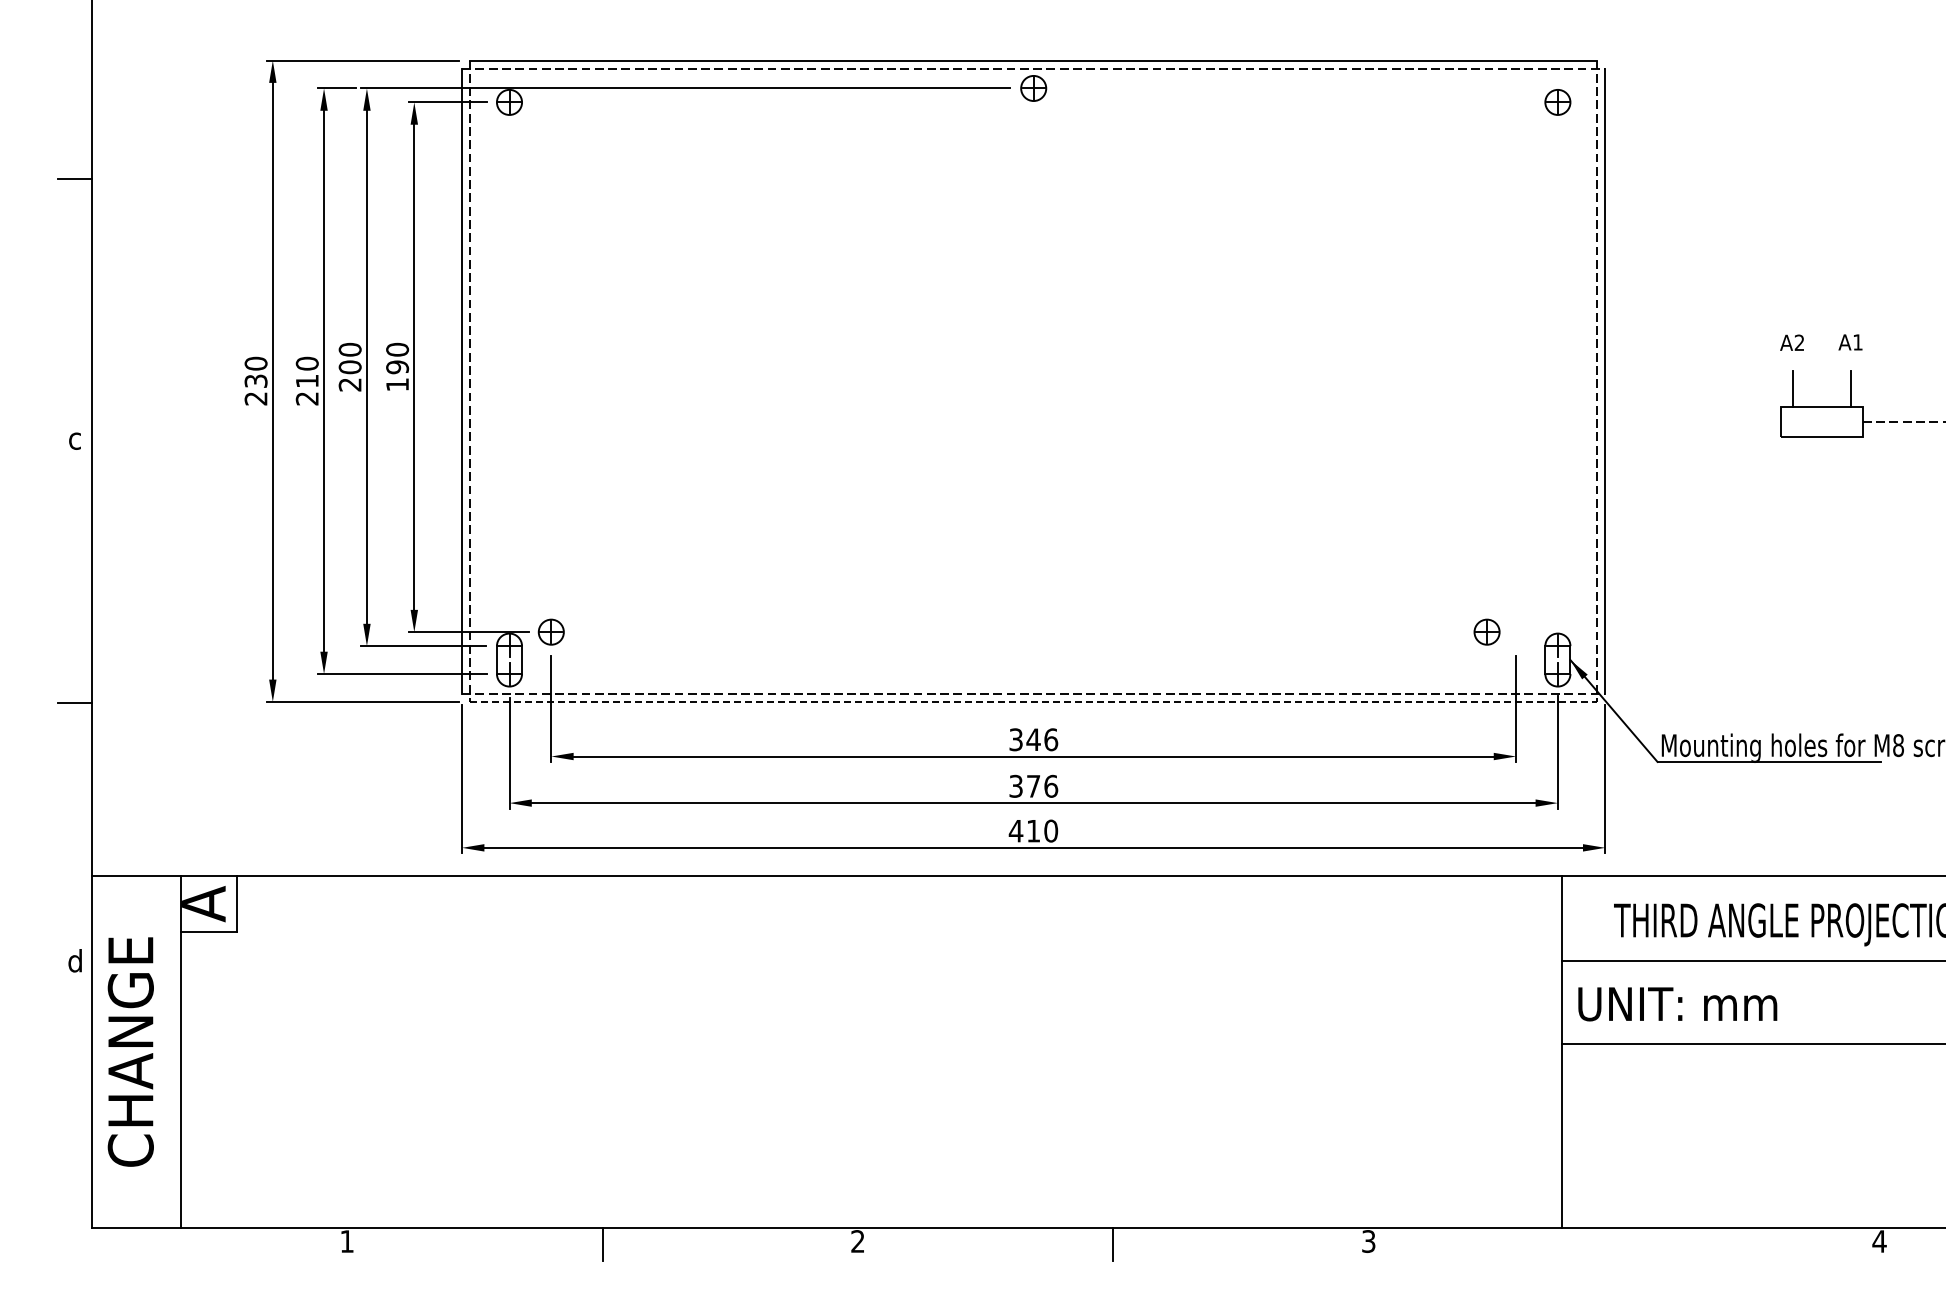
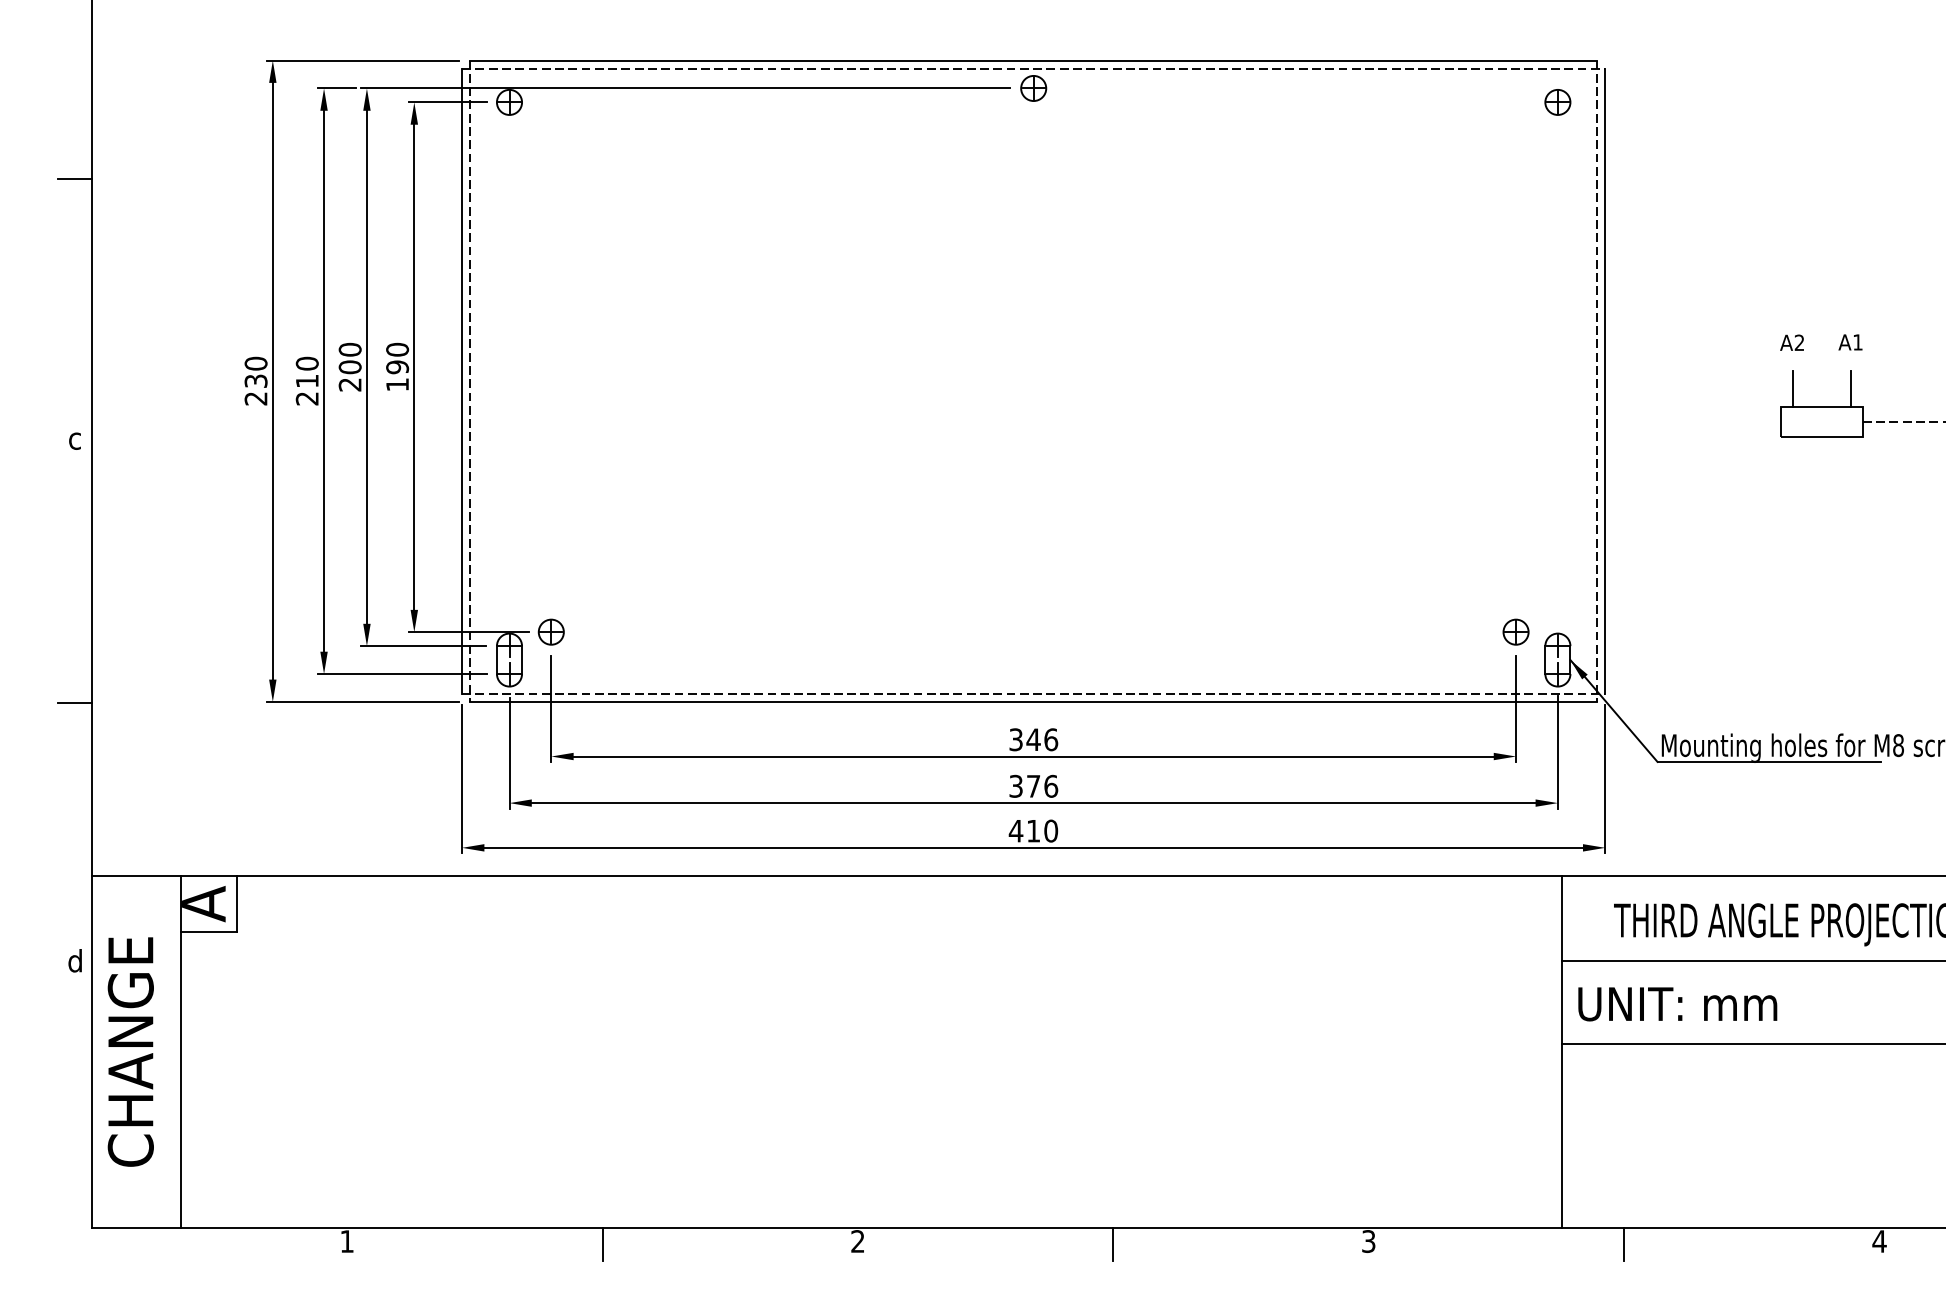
part at (1486, 631) position: (1486, 631) -> (1515, 631)
line at (1034, 701): dashed -> solid
line at (1624, 1244): none -> present
